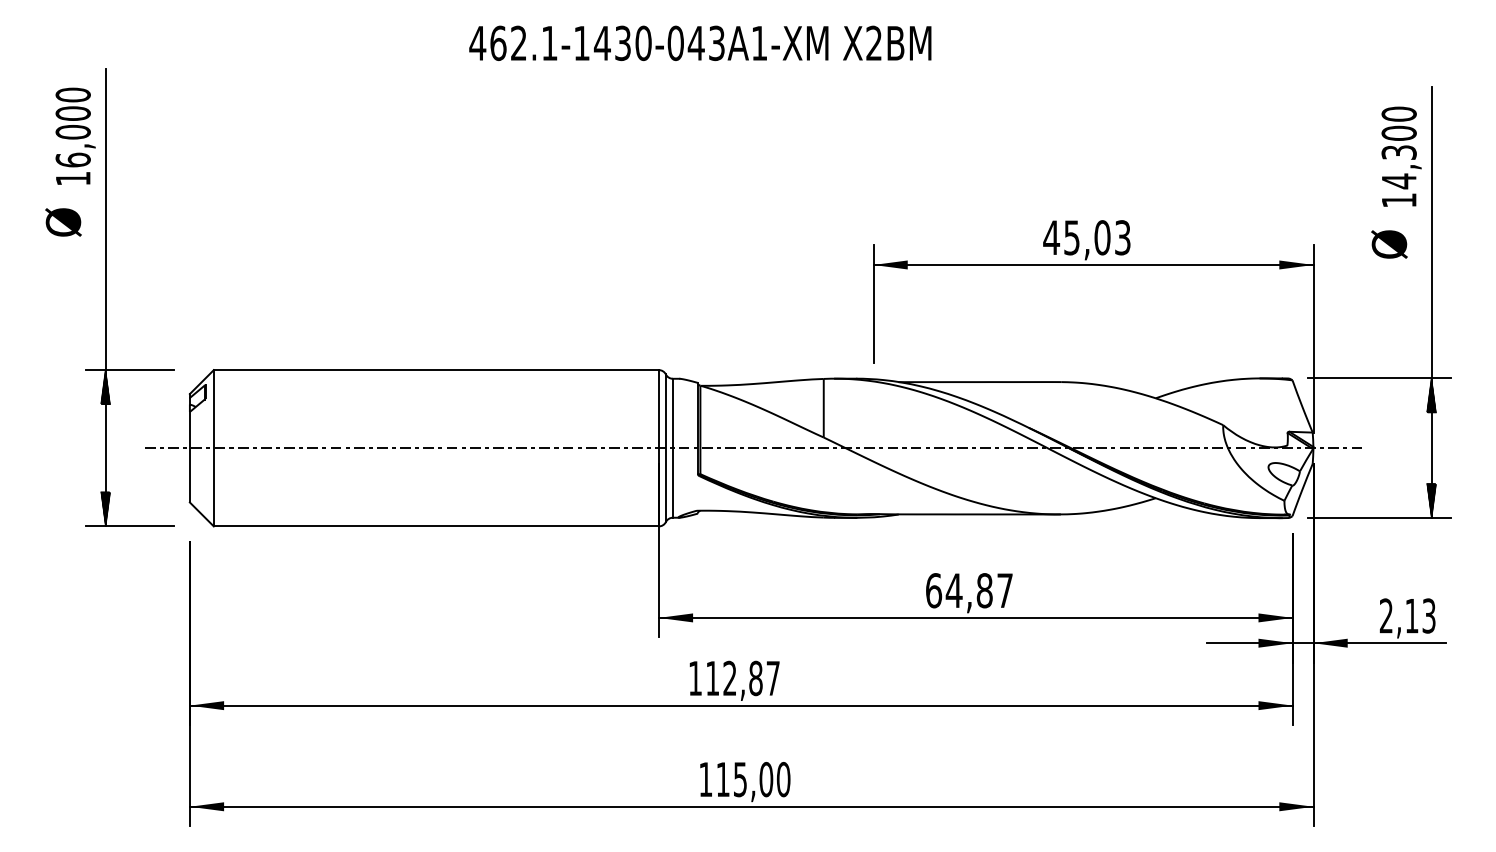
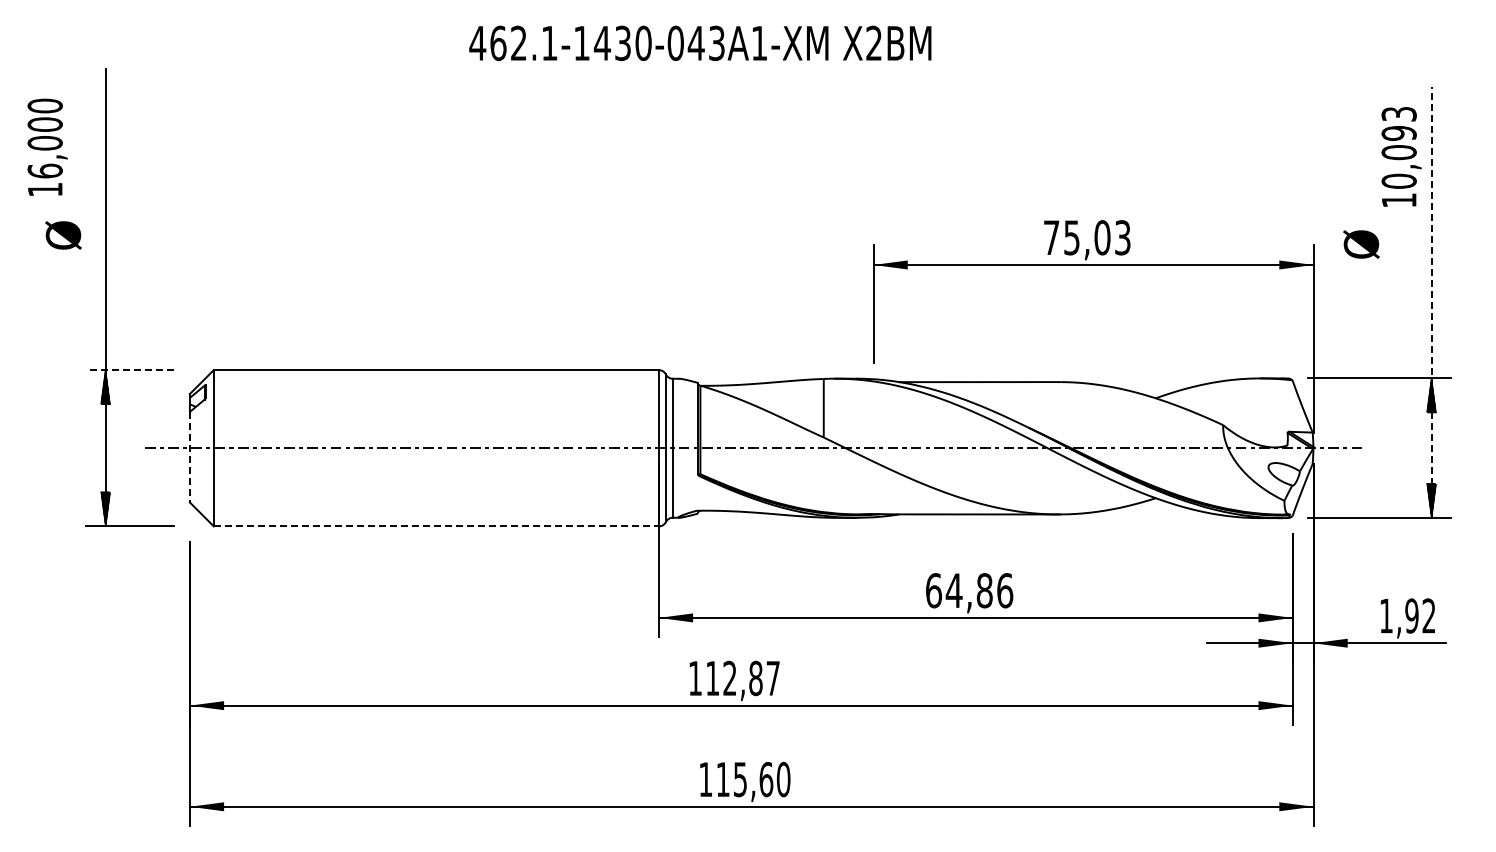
text at (75, 135) position: (75, 135) -> (47, 146)
text at (1398, 147): 14,300 -> 10,093
text at (63, 222) position: (63, 222) -> (63, 235)
text at (1051, 237): 45,03 -> 75,03
text at (1389, 244) position: (1389, 244) -> (1361, 244)
line at (1431, 302): solid -> dashed
line at (129, 370): solid -> dashed
line at (189, 457): solid -> dashed
line at (436, 526): solid -> dashed
text at (1005, 590): 64,87 -> 64,86
text at (1407, 615): 2,13 -> 1,92
text at (766, 778): 115,00 -> 115,60
